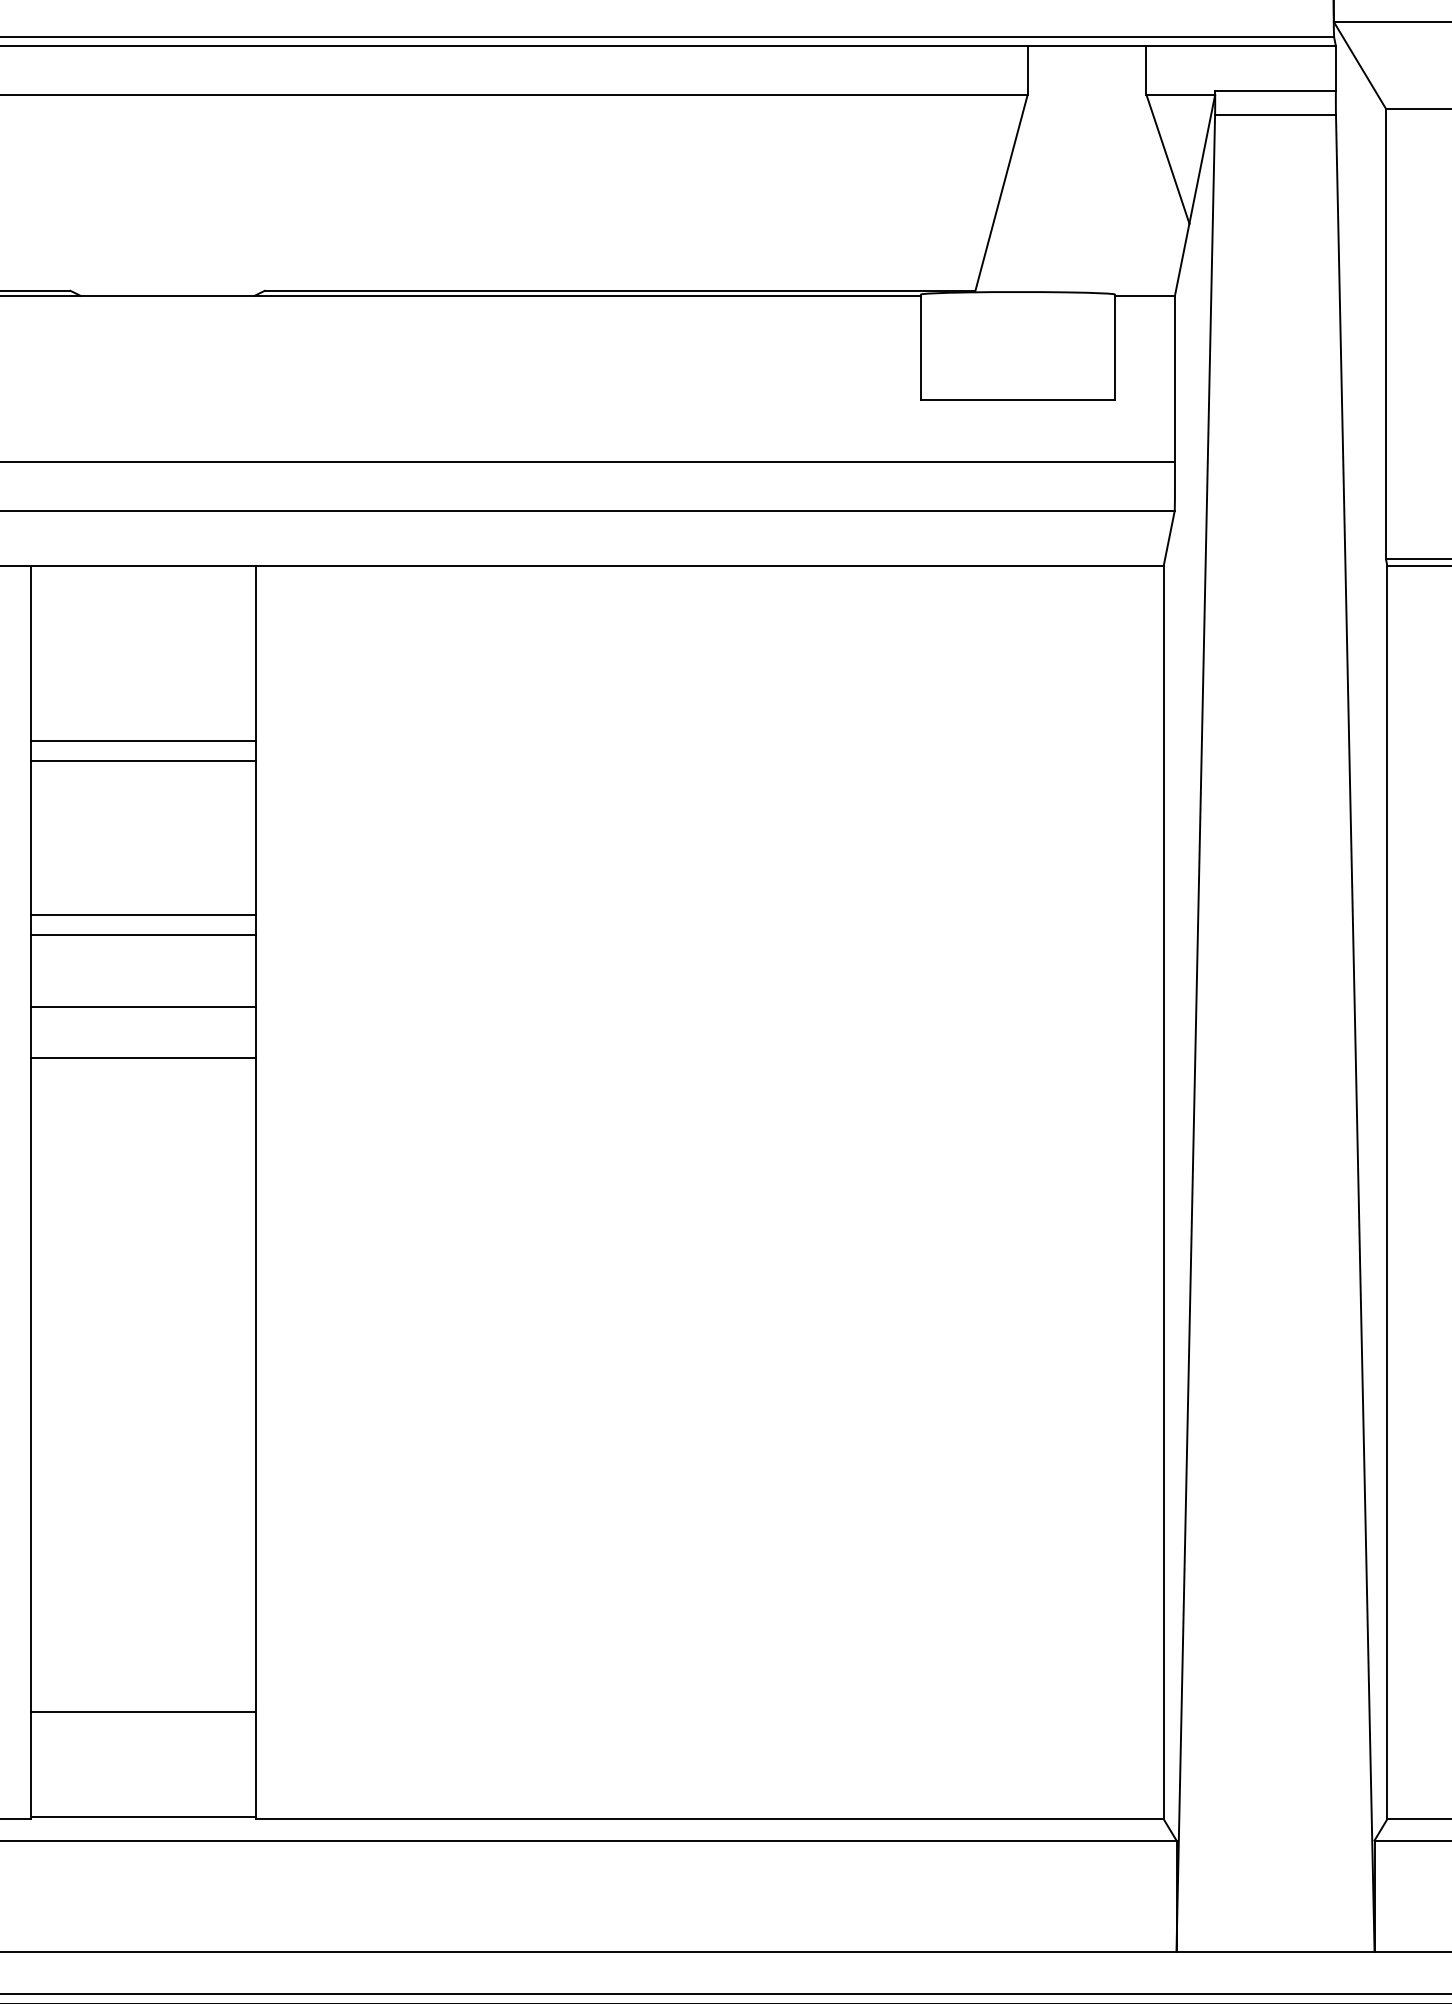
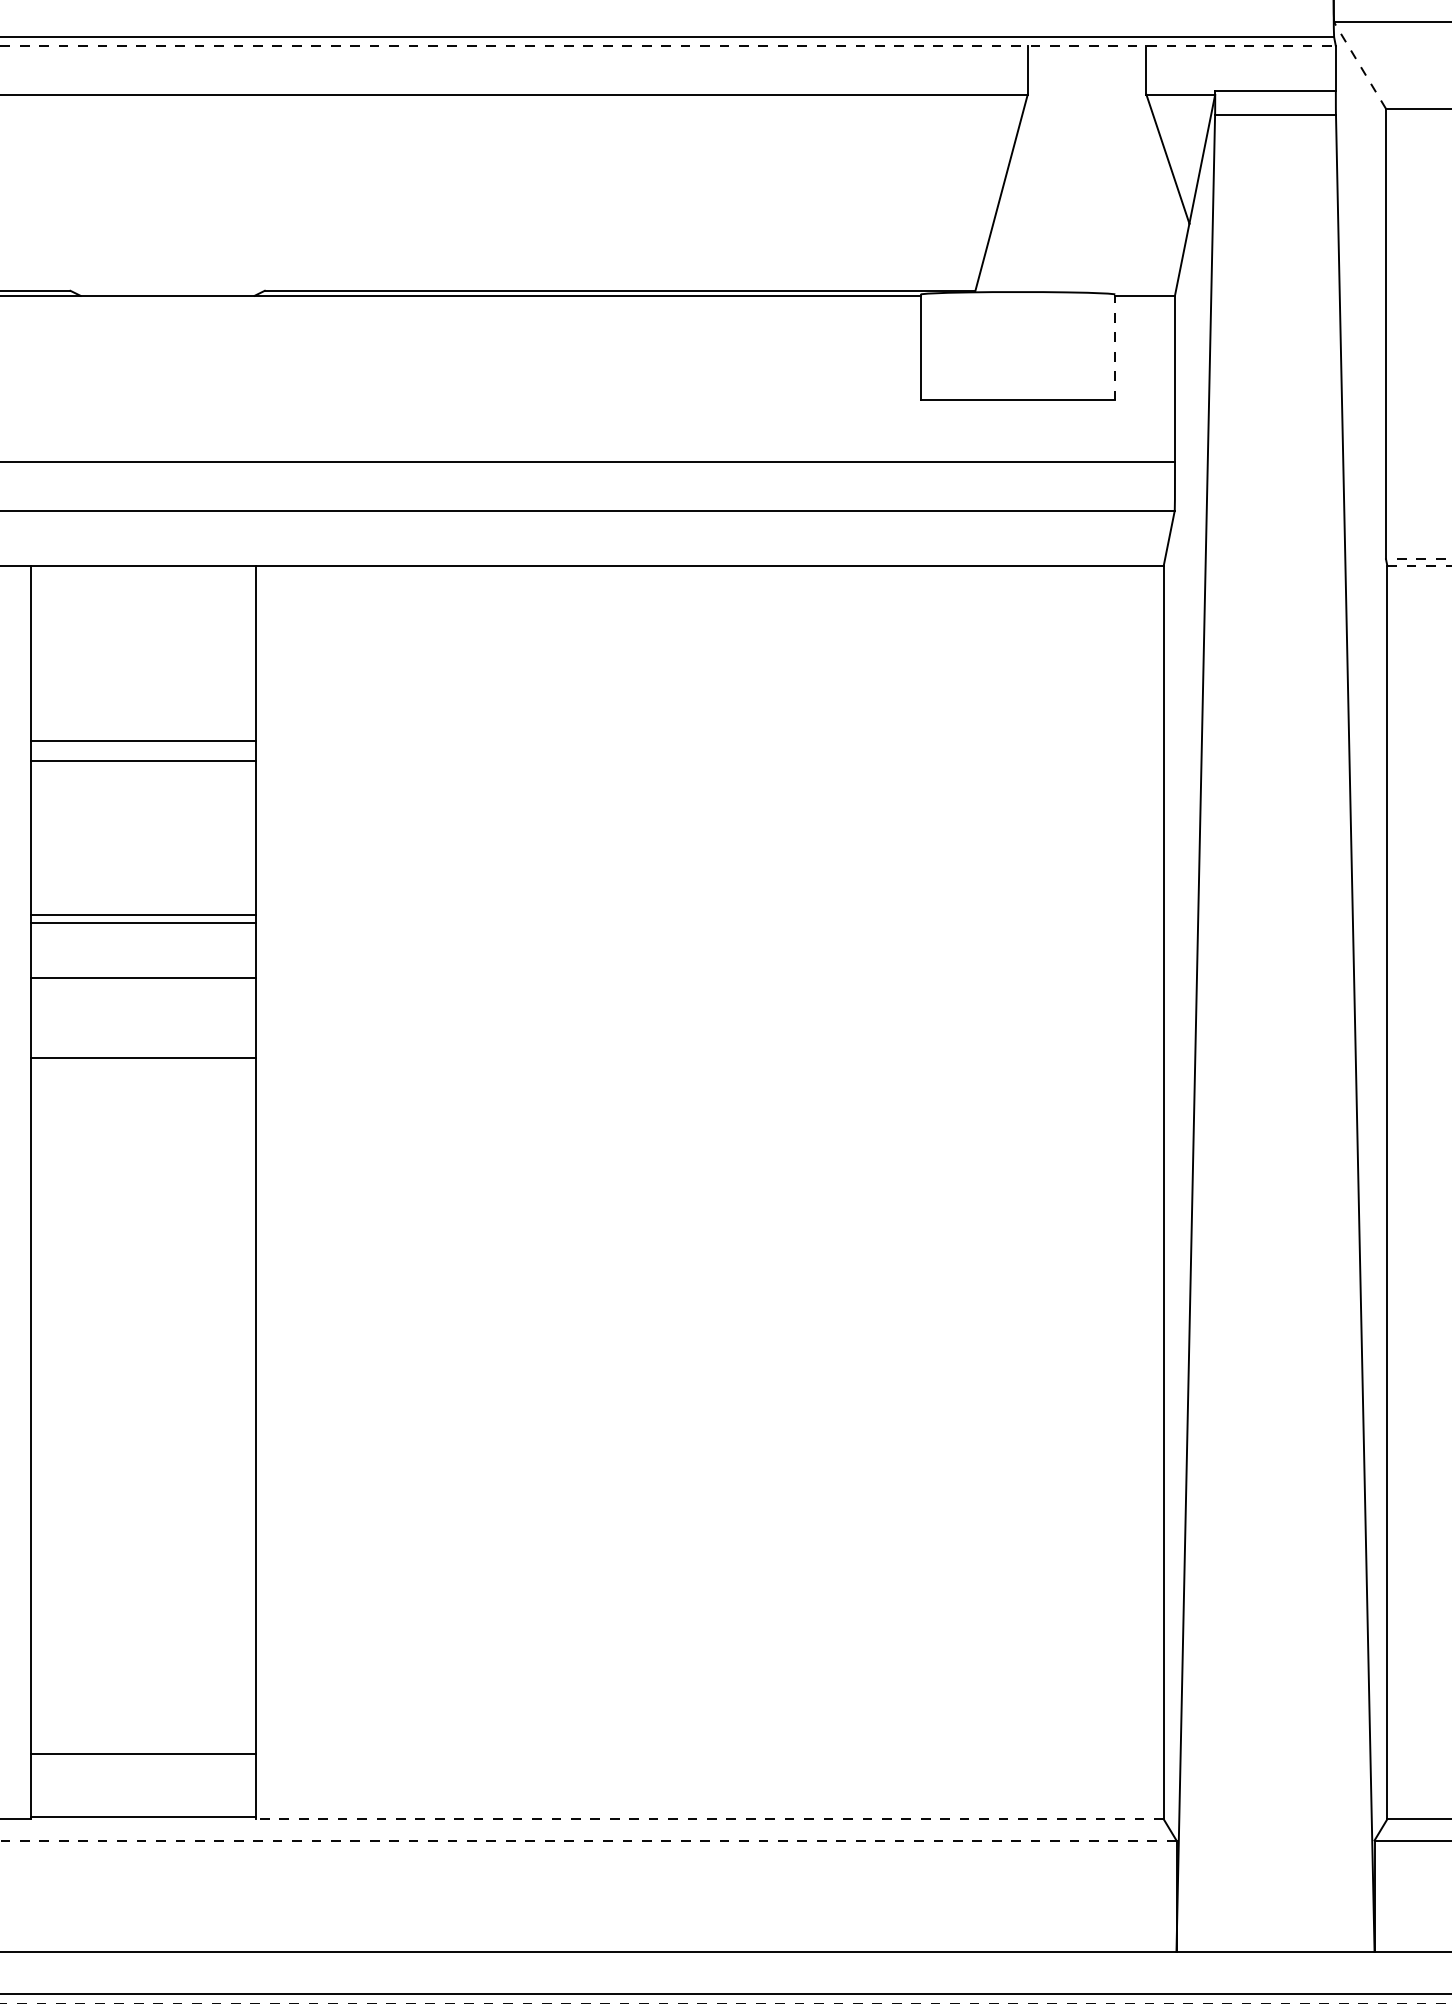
line at (668, 46): solid -> dashed
line at (1359, 65): solid -> dashed
line at (1115, 347): solid -> dashed
line at (1418, 559): solid -> dashed
line at (1419, 565): solid -> dashed
line at (142, 934) position: (142, 934) -> (142, 922)
line at (142, 1006) position: (142, 1006) -> (142, 977)
line at (142, 1712) position: (142, 1712) -> (142, 1754)
line at (709, 1819): solid -> dashed
line at (588, 1840): solid -> dashed
line at (725, 2003): solid -> dashed
